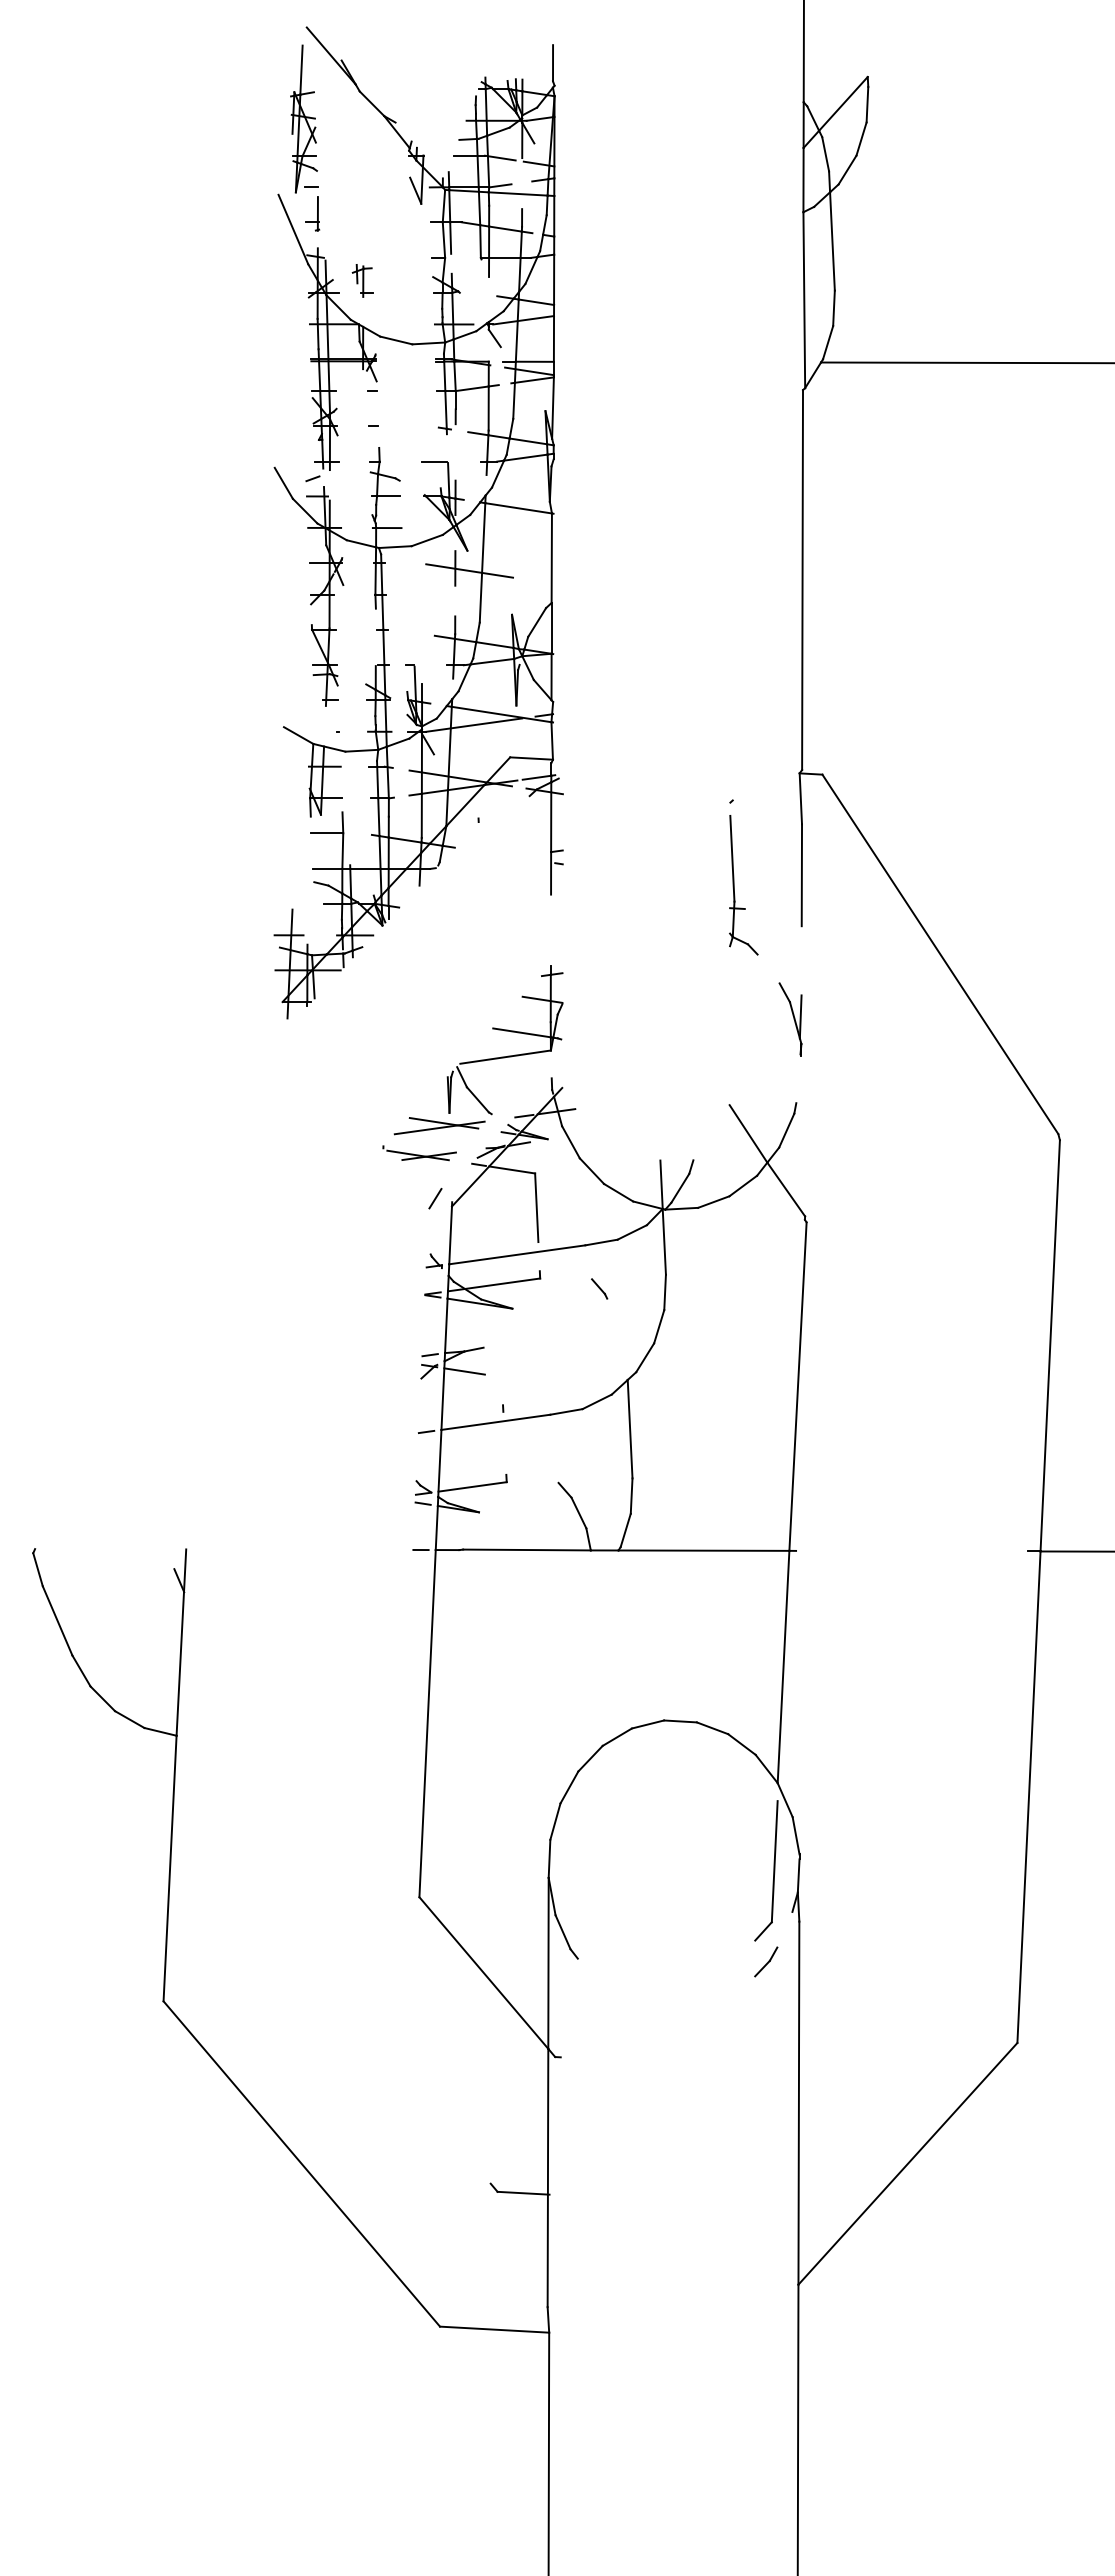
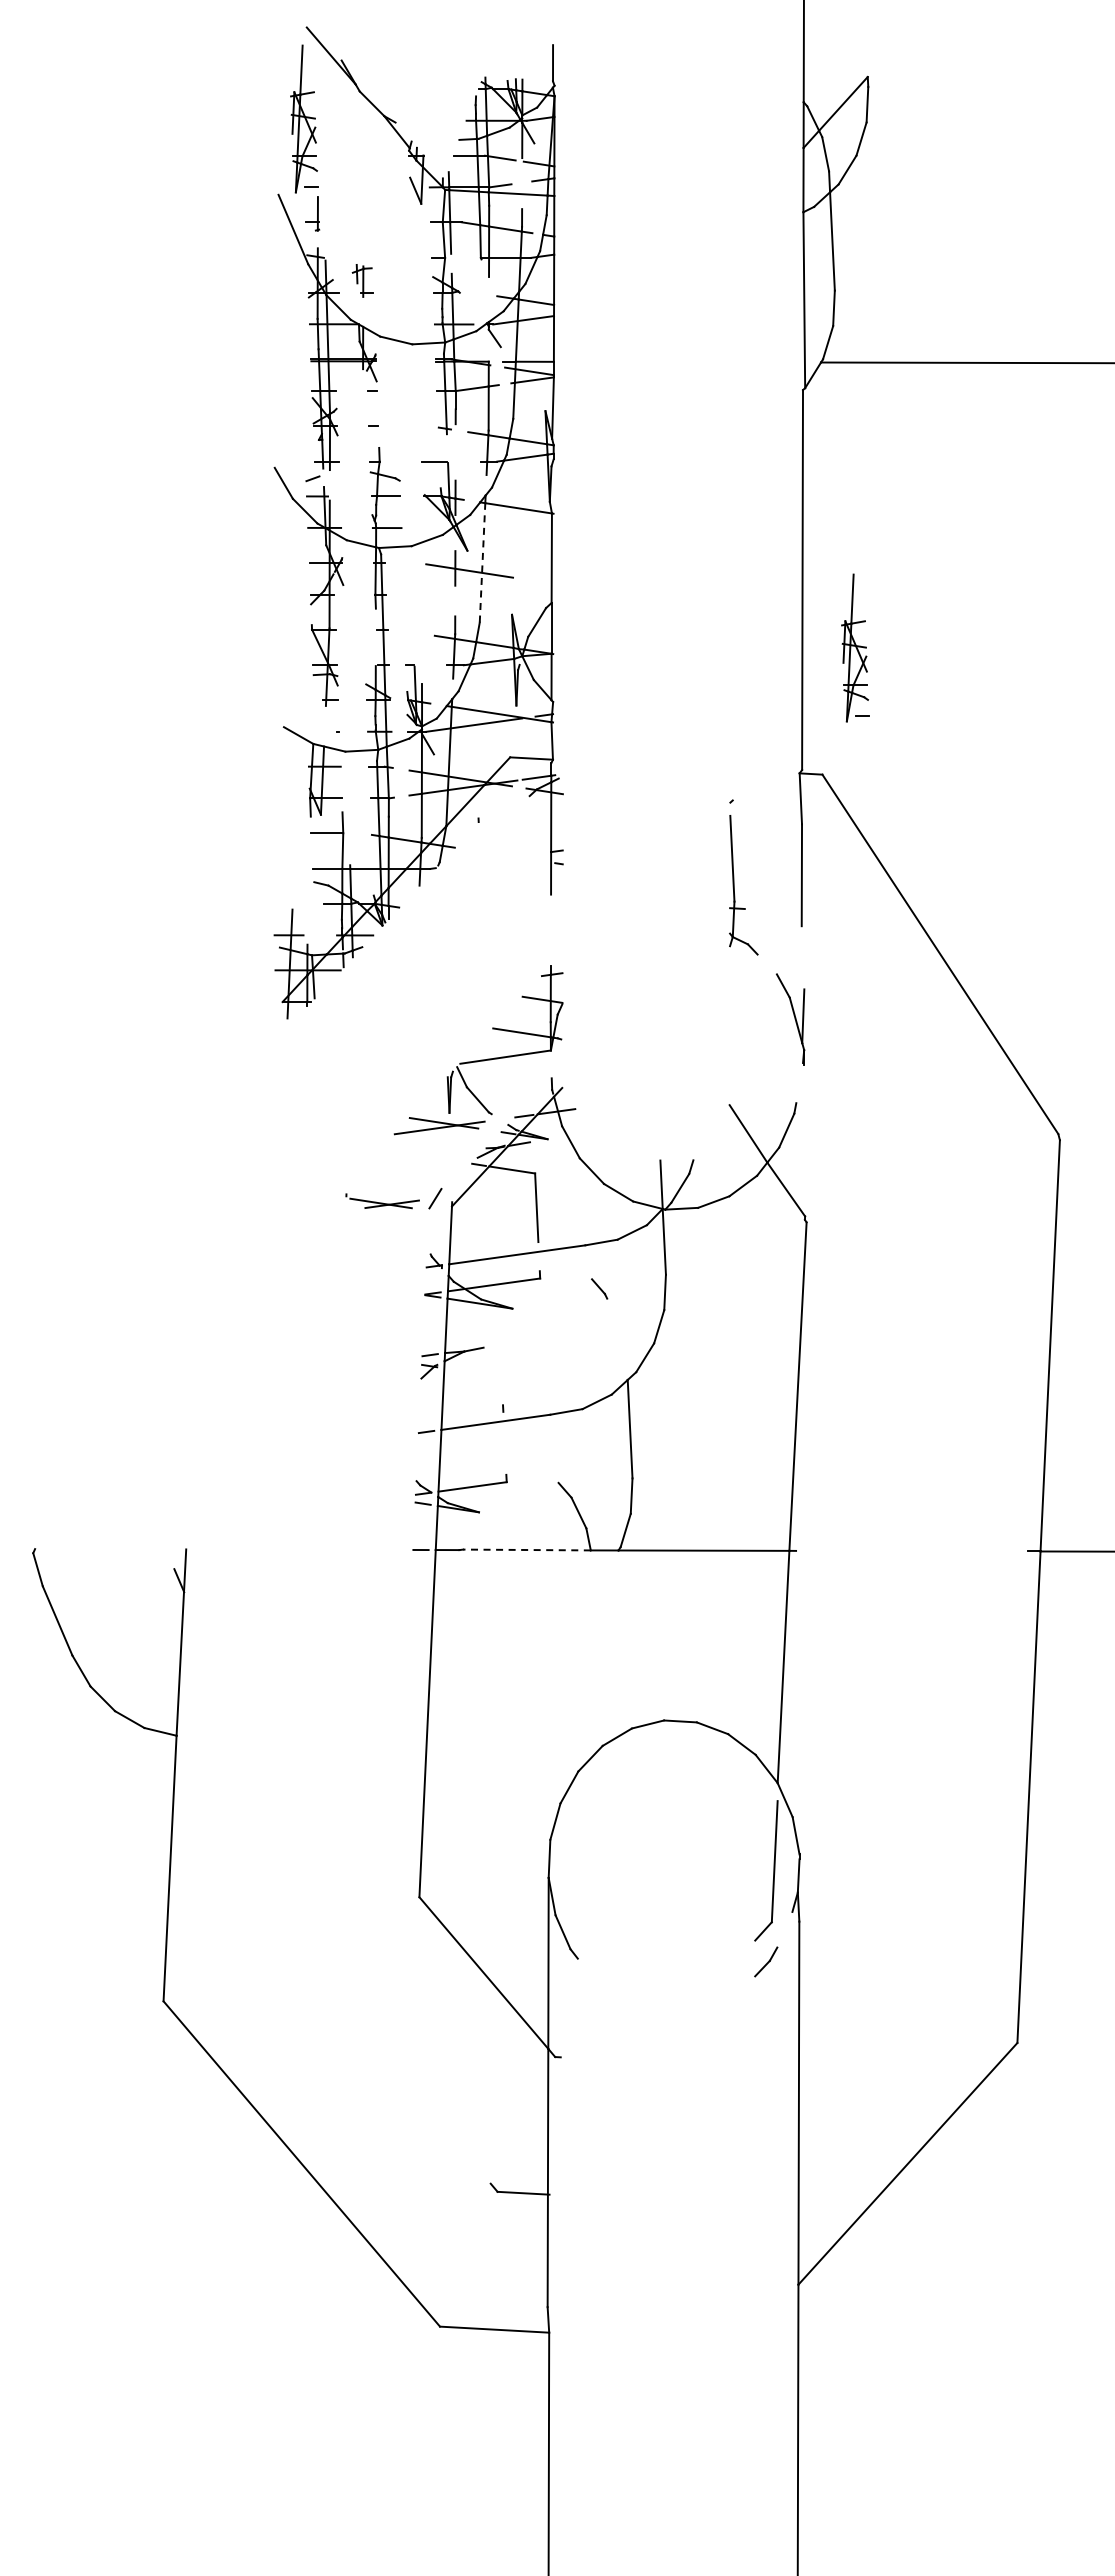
line at (482, 562): solid -> dashed
part at (855, 647): none -> present
part at (790, 1019) size: 25x75 px -> 31x93 px
part at (419, 1153) position: (419, 1153) -> (382, 1201)
line at (464, 1371): present -> none
line at (526, 1550): solid -> dashed
